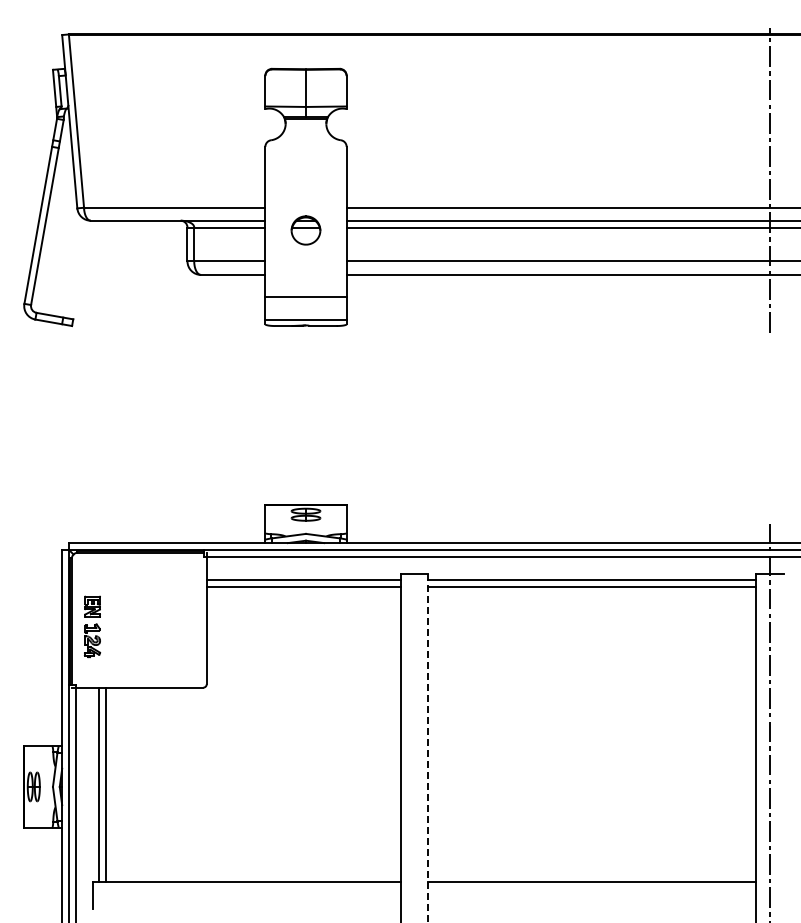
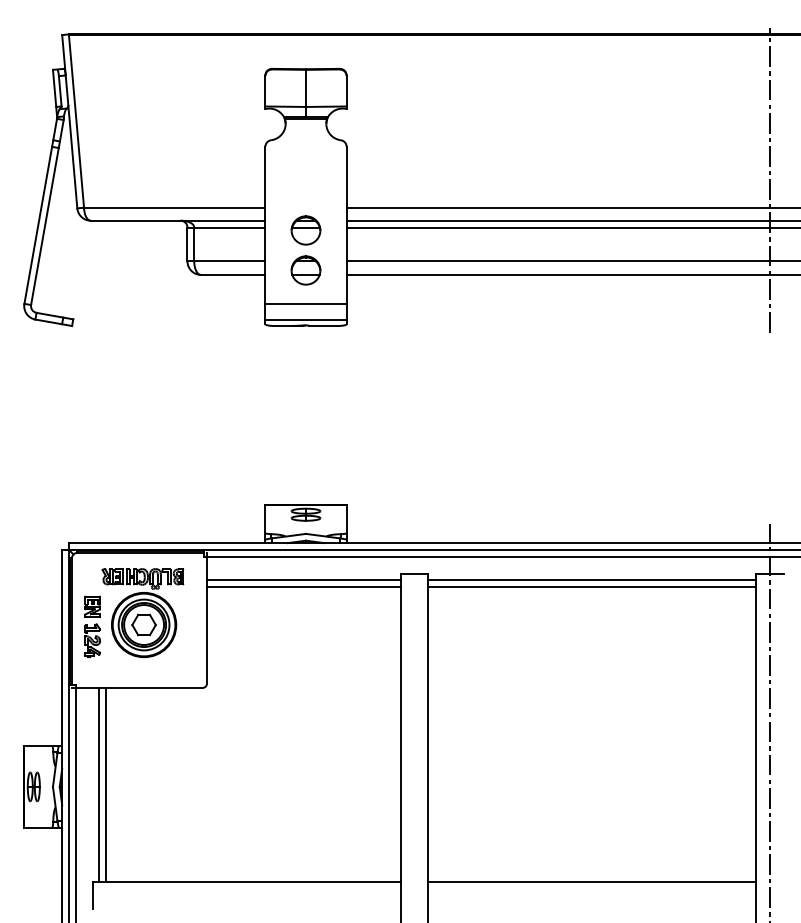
part at (305, 270): none -> present
line at (305, 296) position: (305, 296) -> (305, 303)
part at (142, 613): none -> present
line at (427, 748): dashed -> solid
